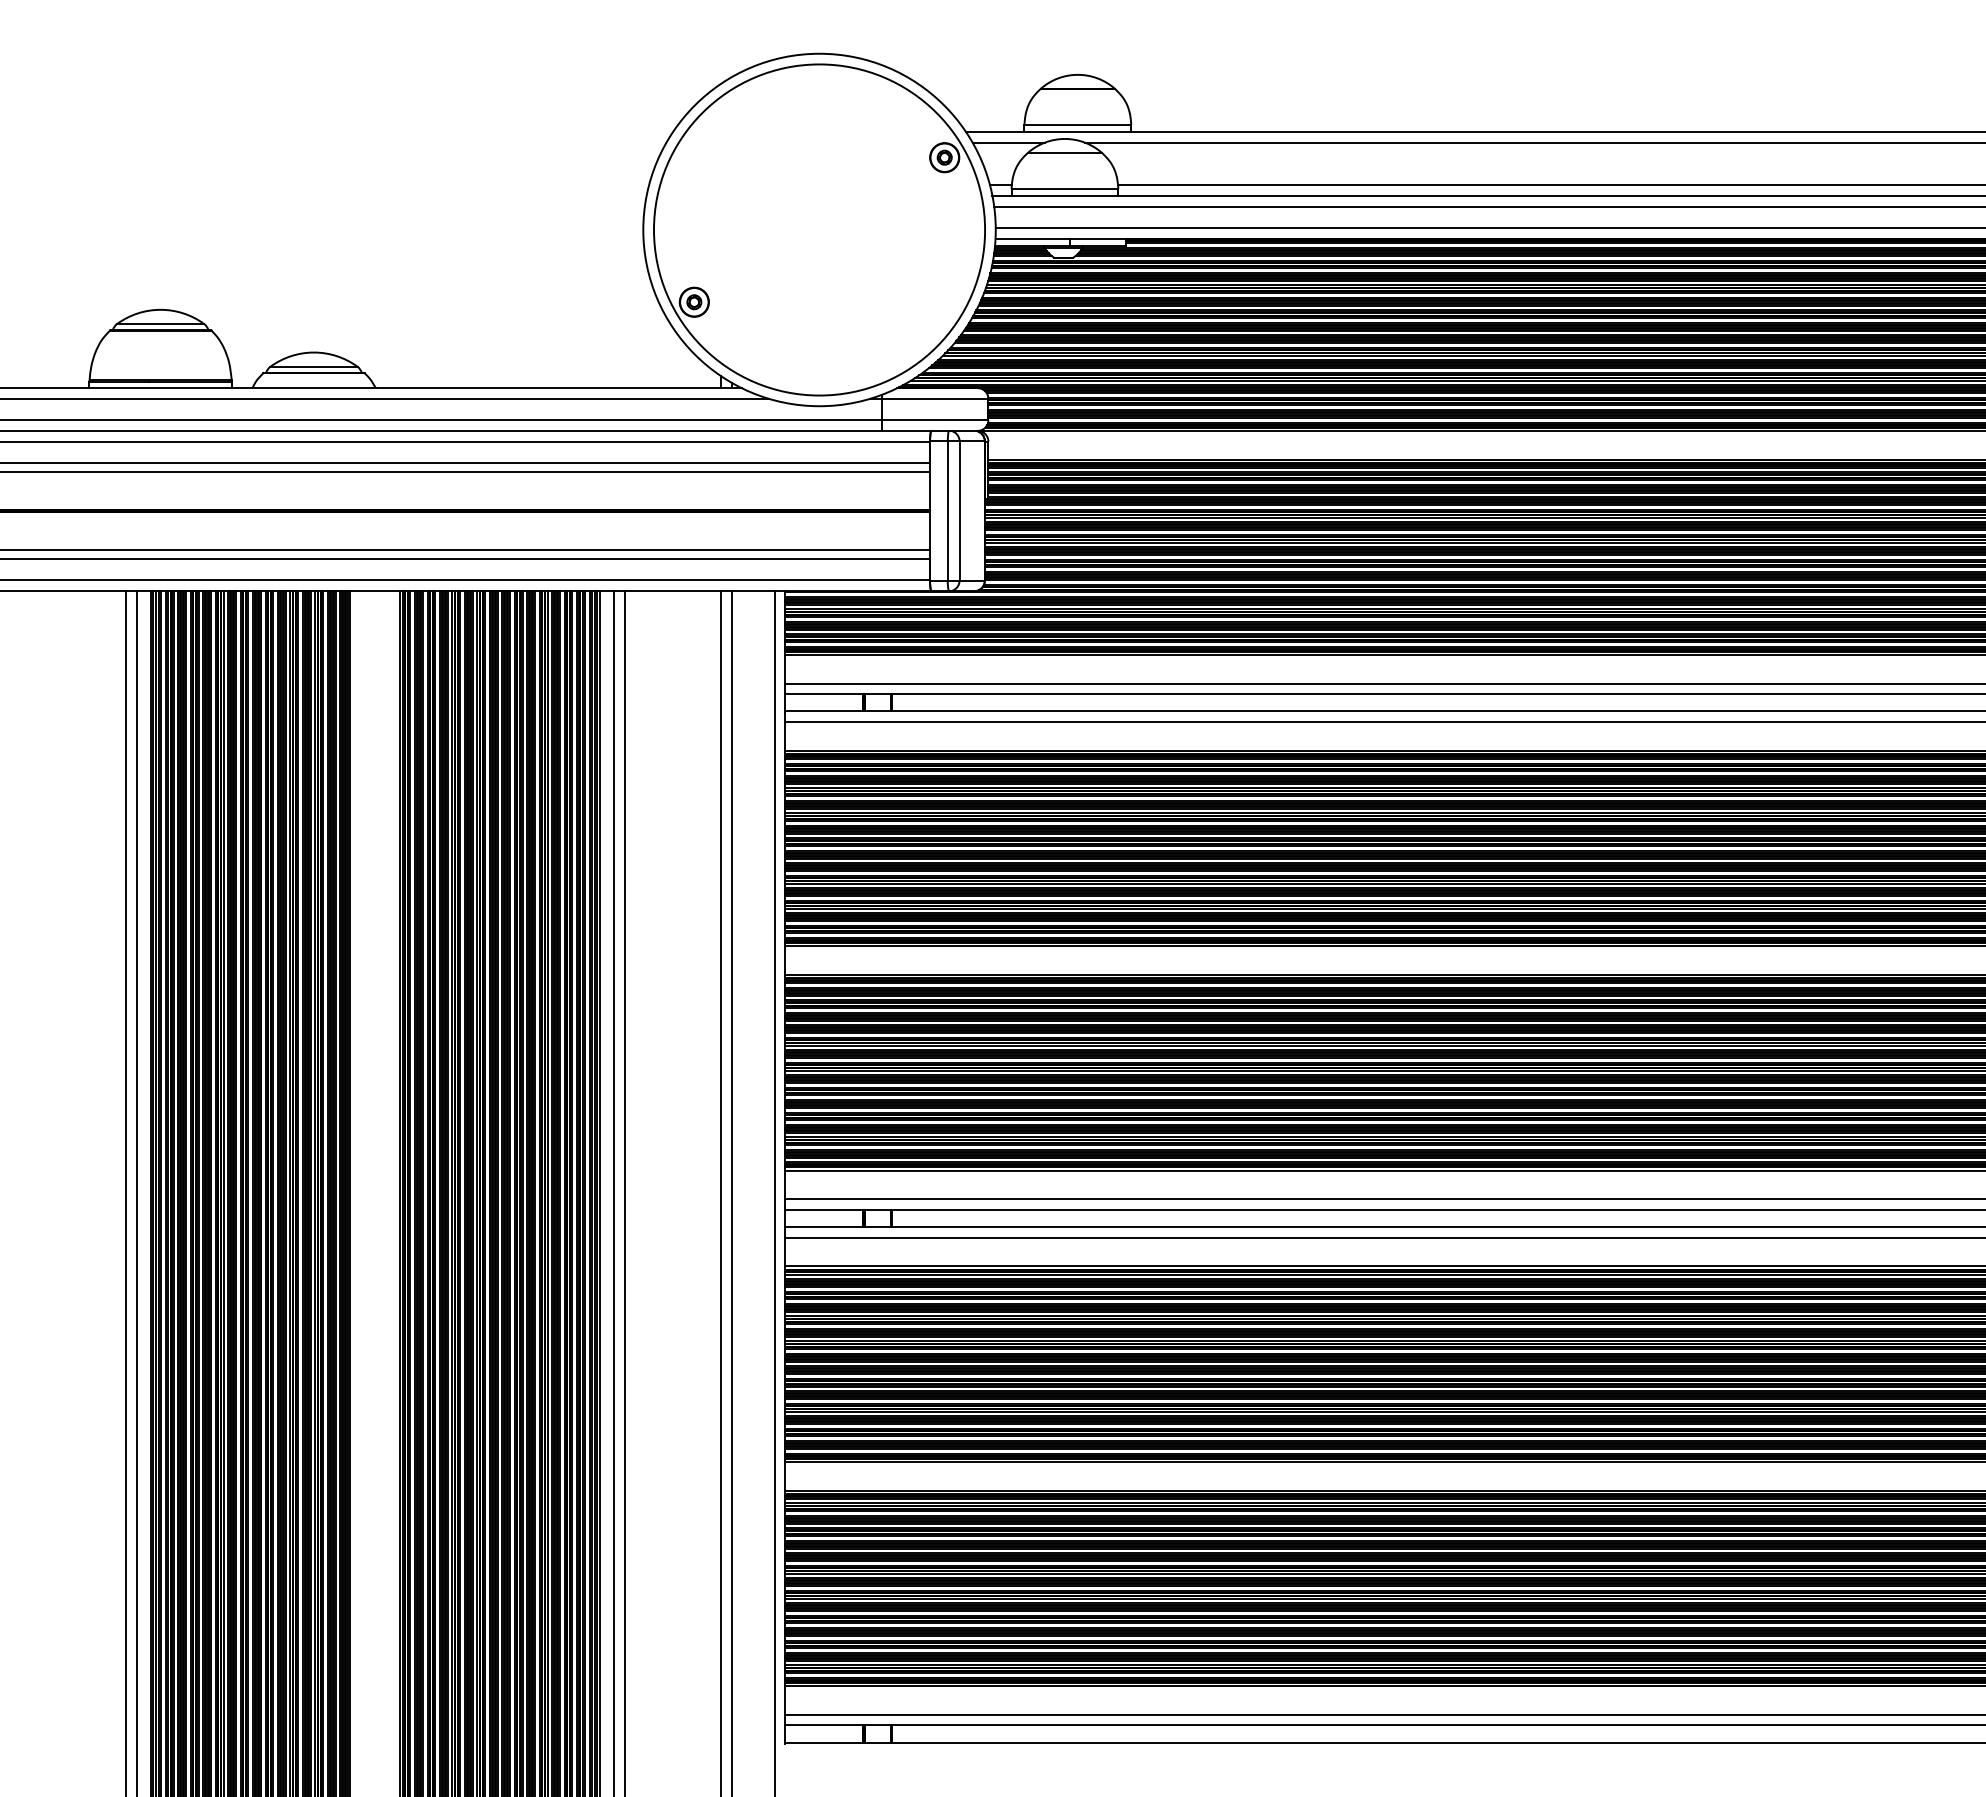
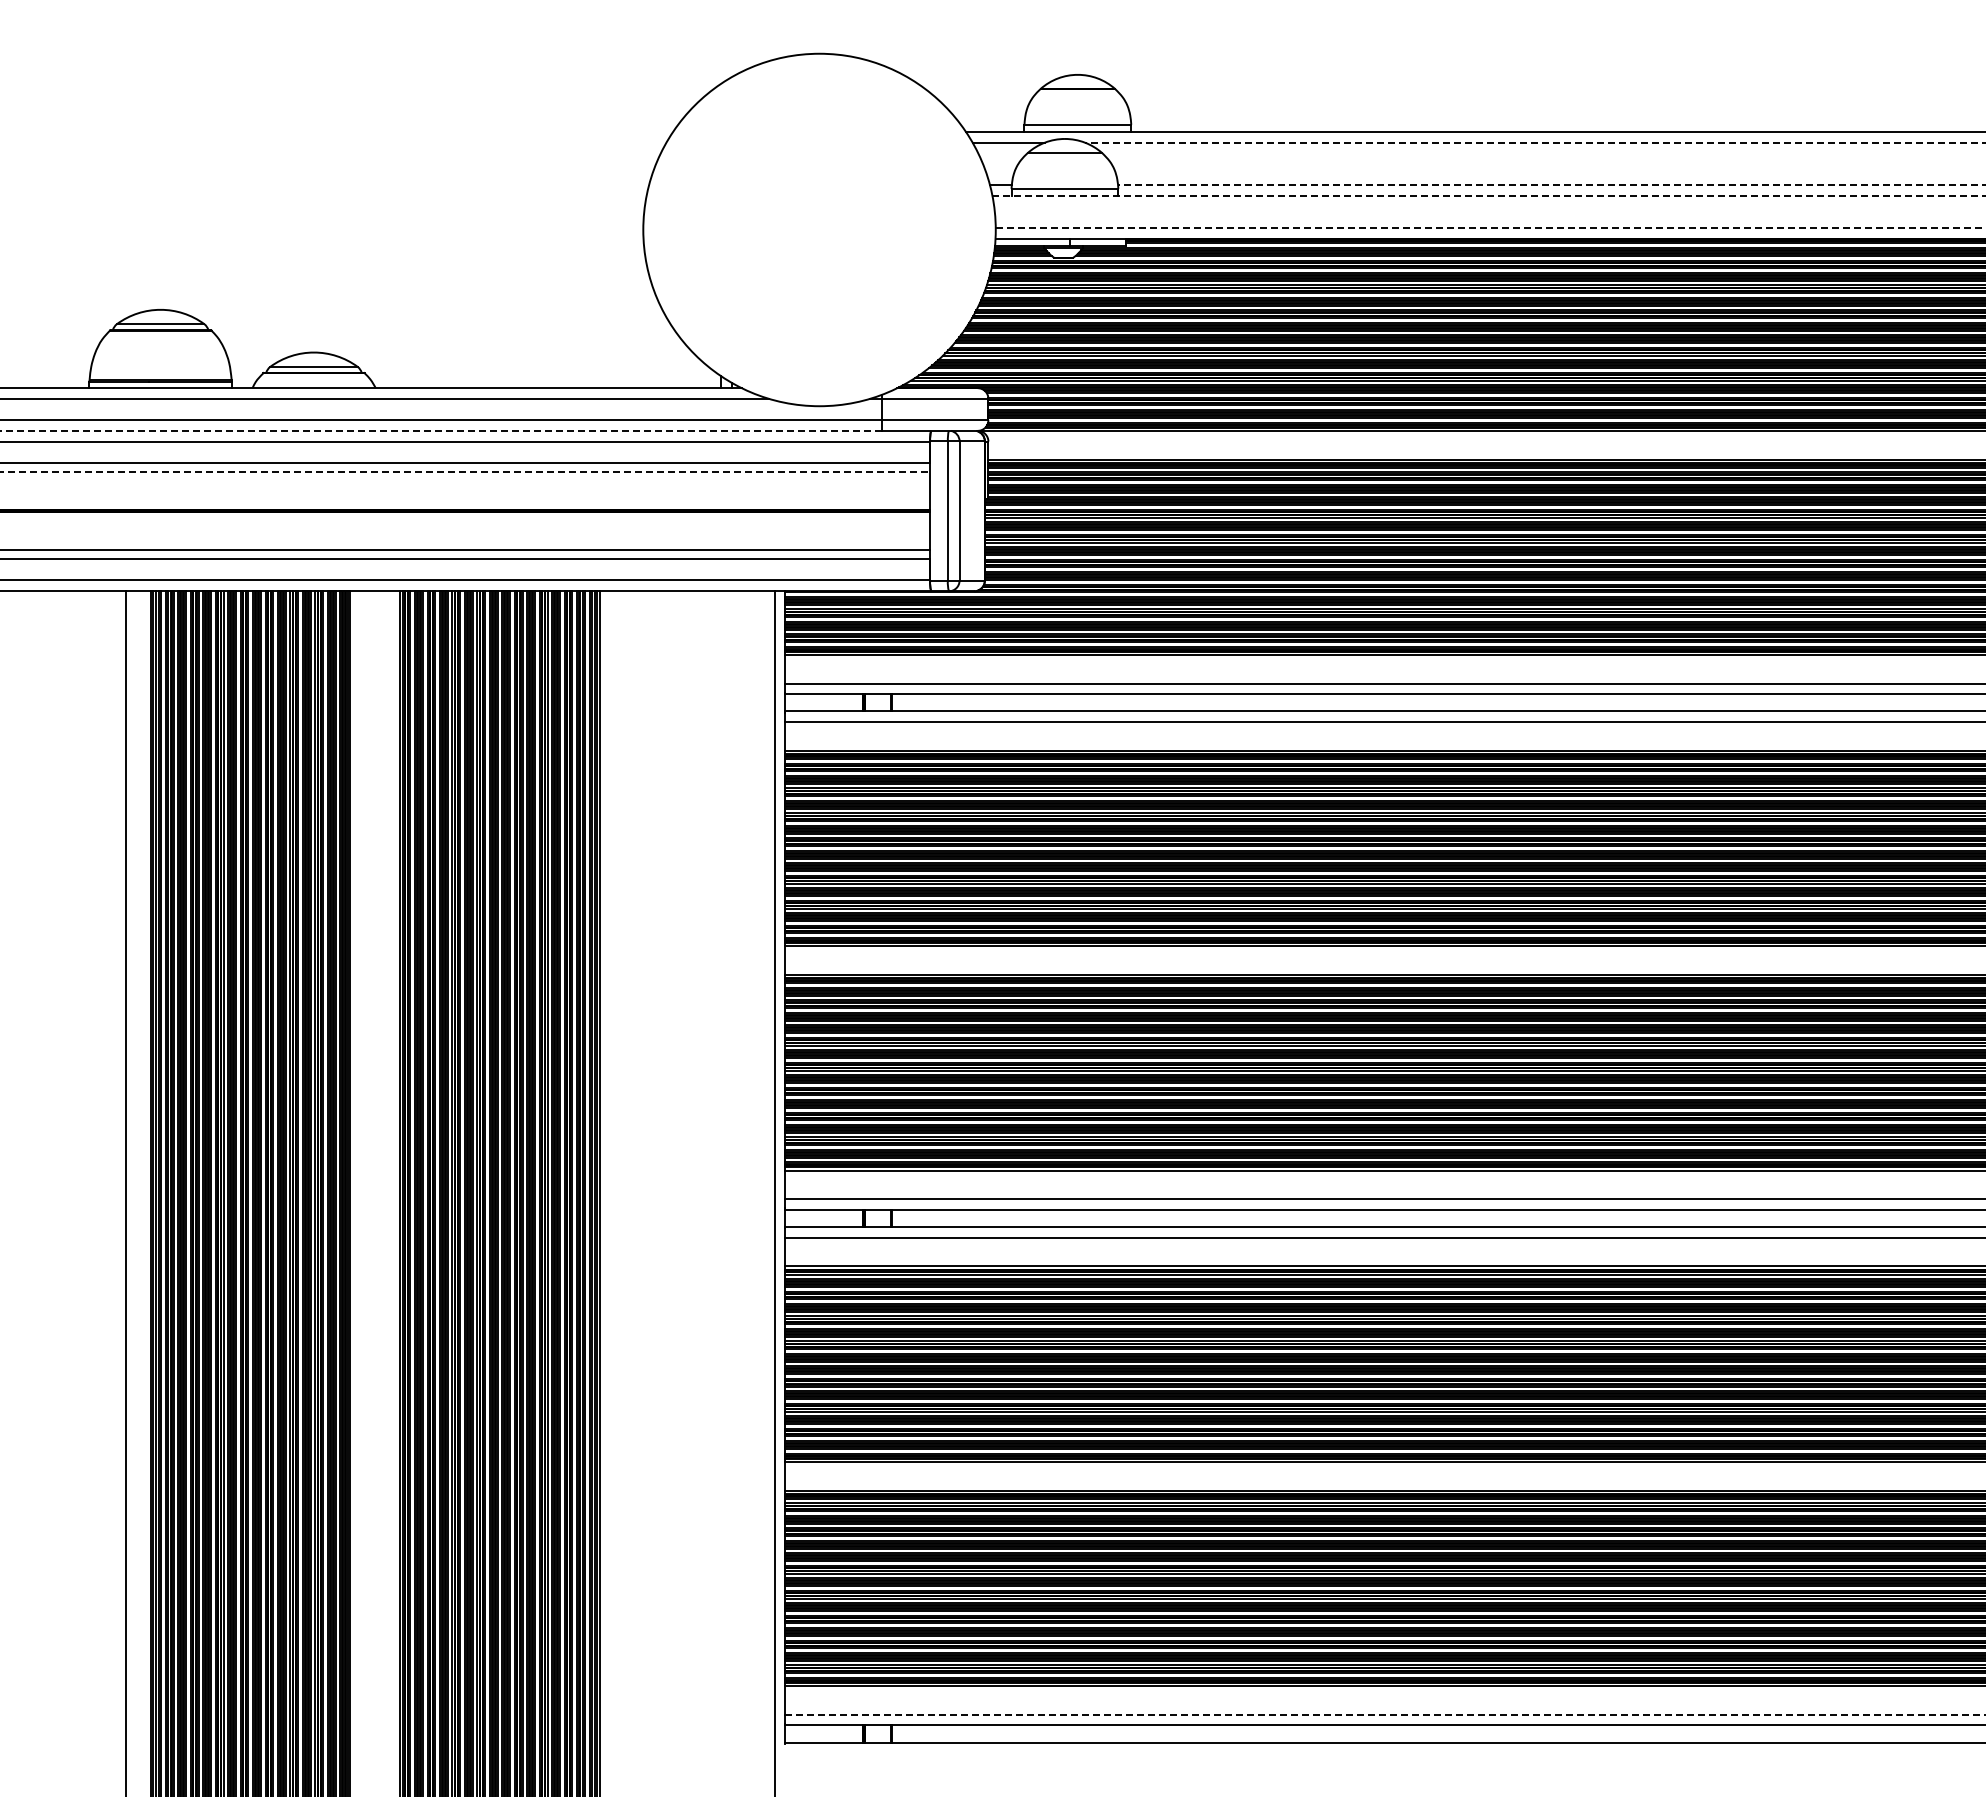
line at (1534, 142): solid -> dashed
line at (1551, 185): solid -> dashed
line at (1489, 195): solid -> dashed
line at (1488, 206): present -> none
line at (1490, 227): solid -> dashed
part at (819, 229): present -> none
line at (440, 430): solid -> dashed
line at (465, 471): solid -> dashed
line at (136, 1192): present -> none
line at (613, 1192): present -> none
line at (624, 1192): present -> none
line at (721, 1192): present -> none
line at (732, 1192): present -> none
line at (1385, 1714): solid -> dashed
